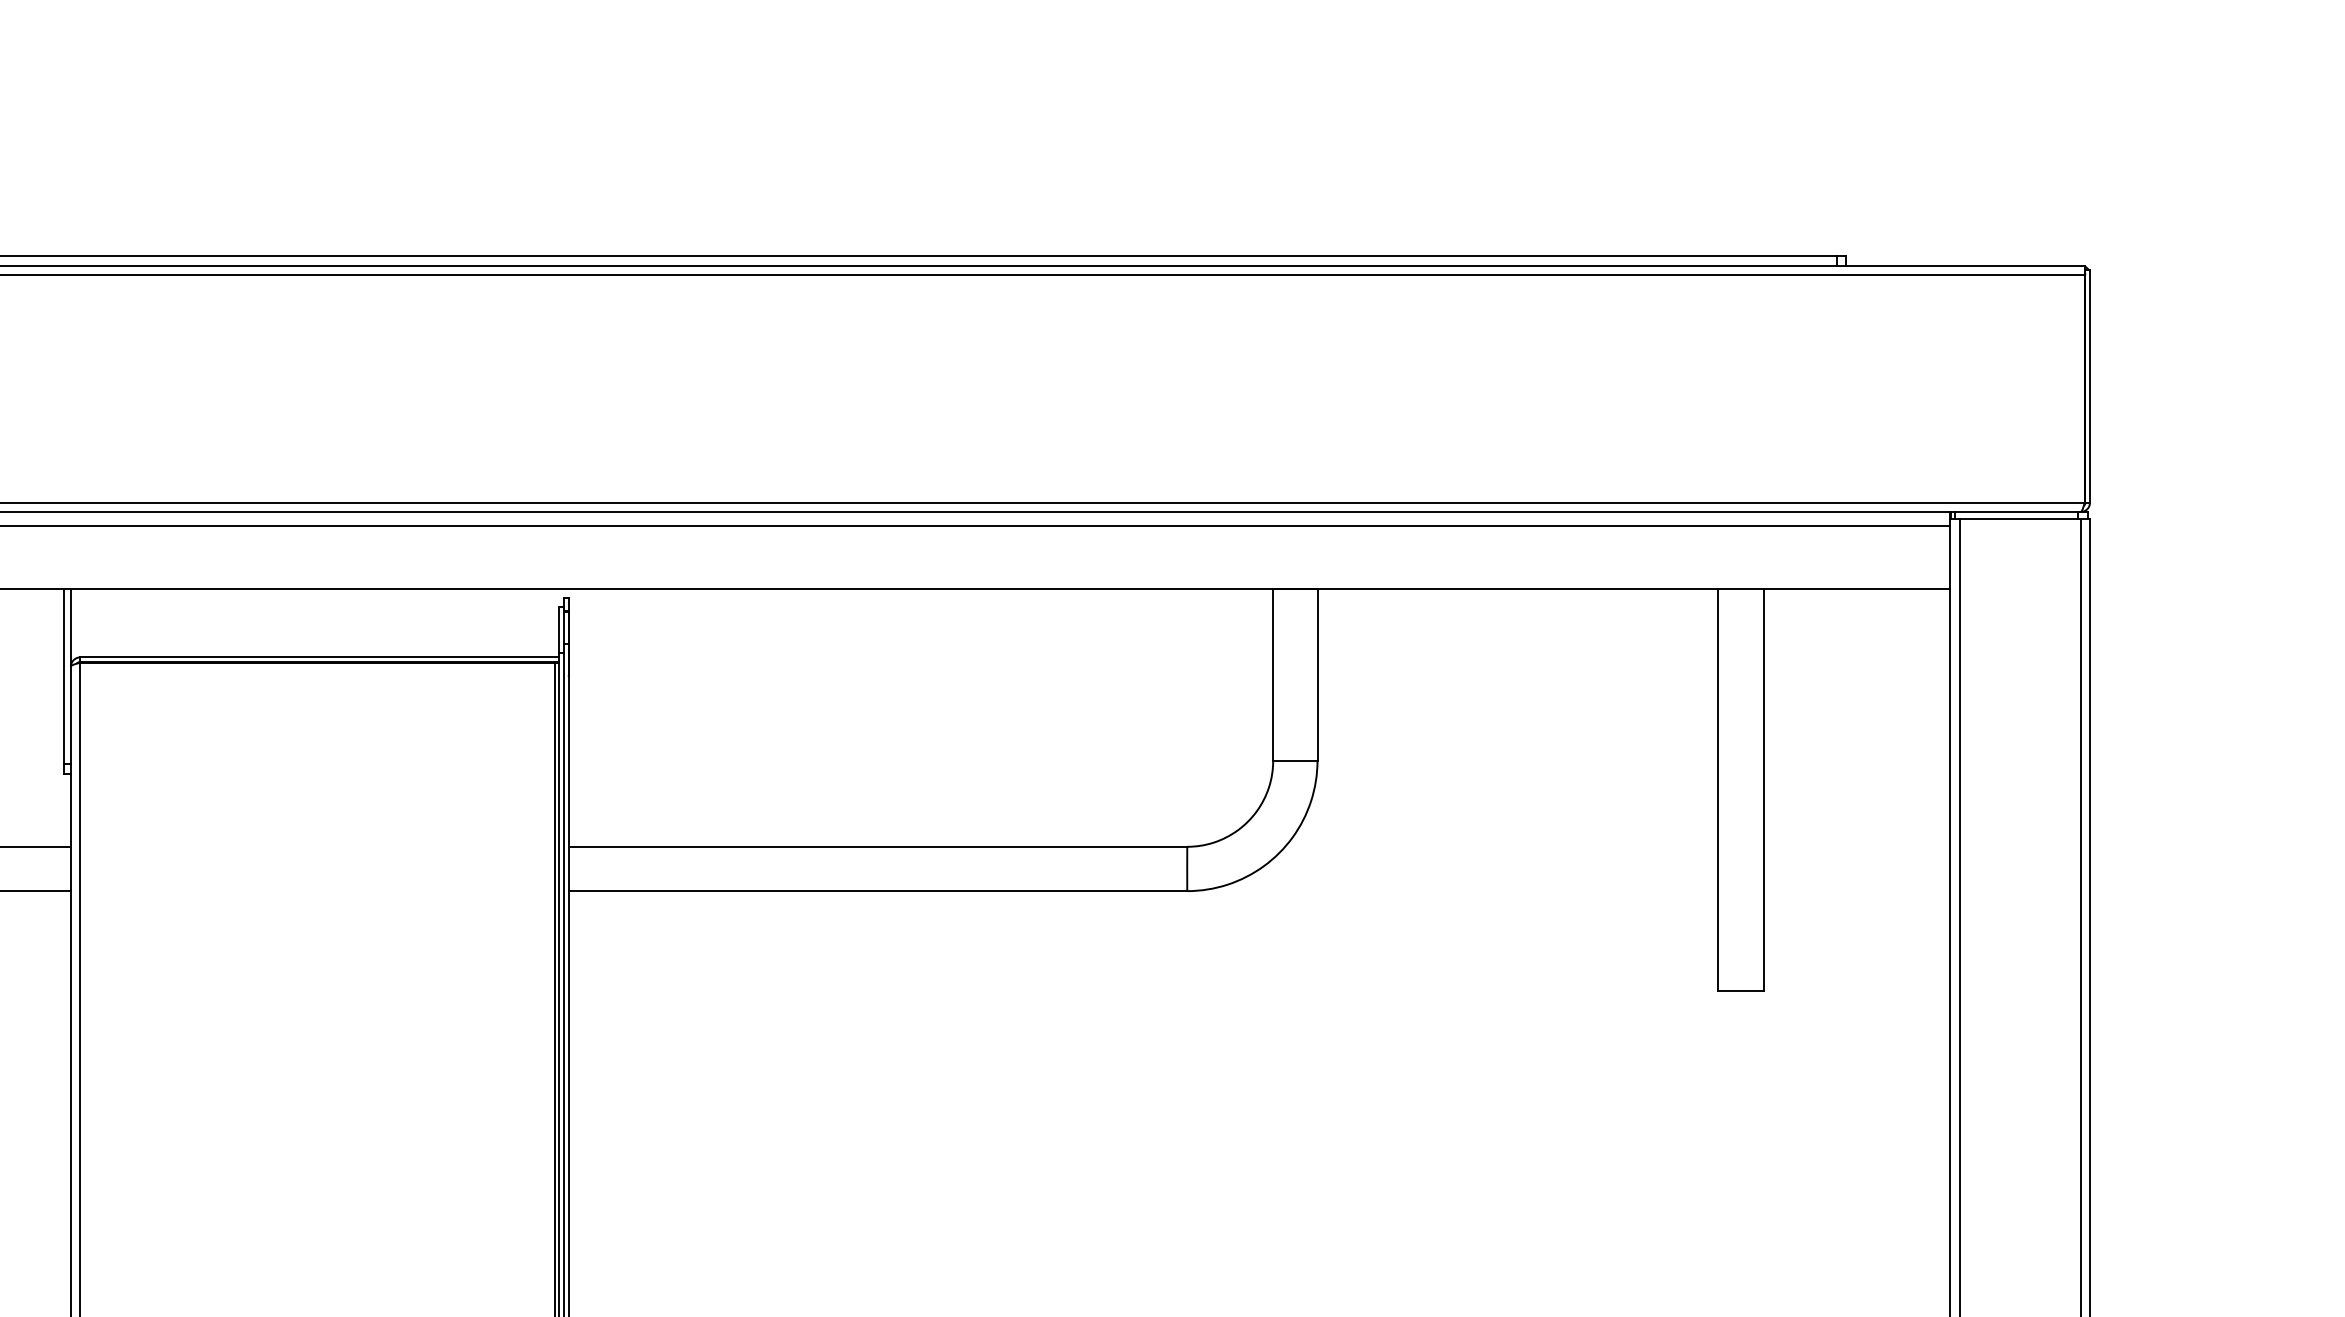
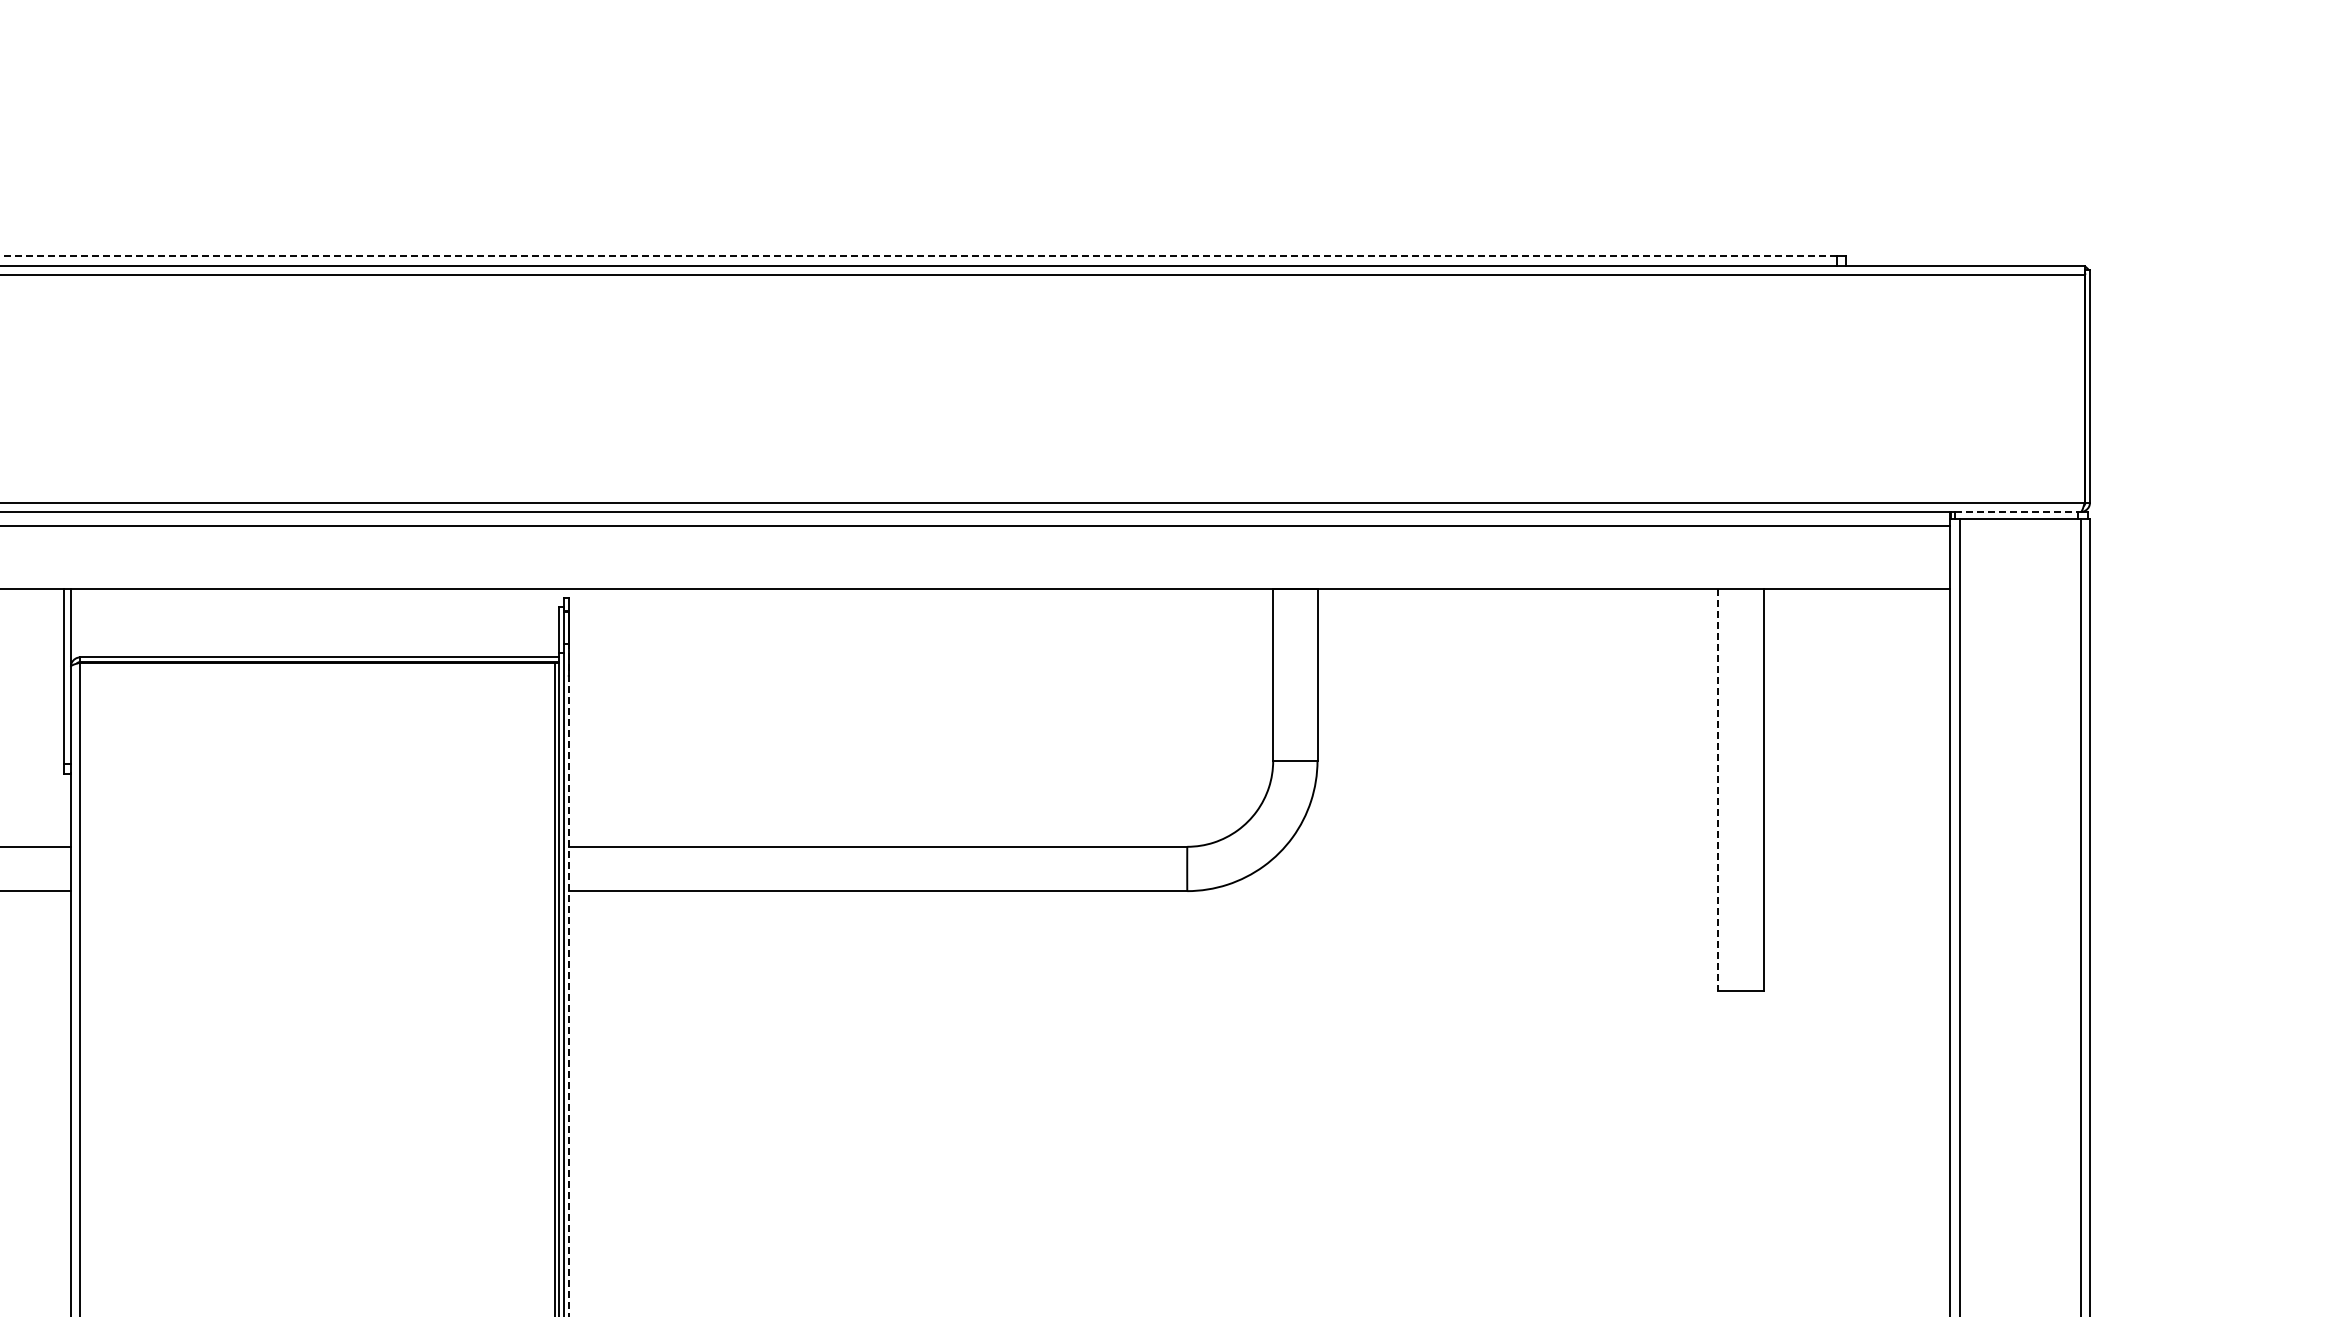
line at (918, 256): solid -> dashed
line at (2016, 512): solid -> dashed
line at (1717, 790): solid -> dashed
line at (568, 980): solid -> dashed
